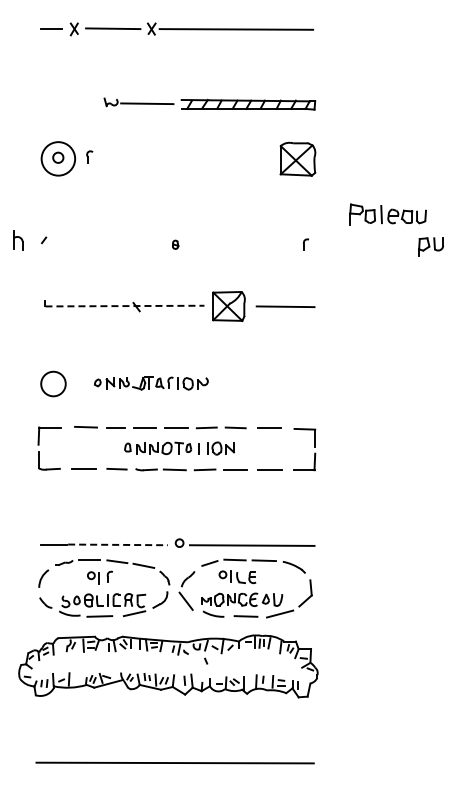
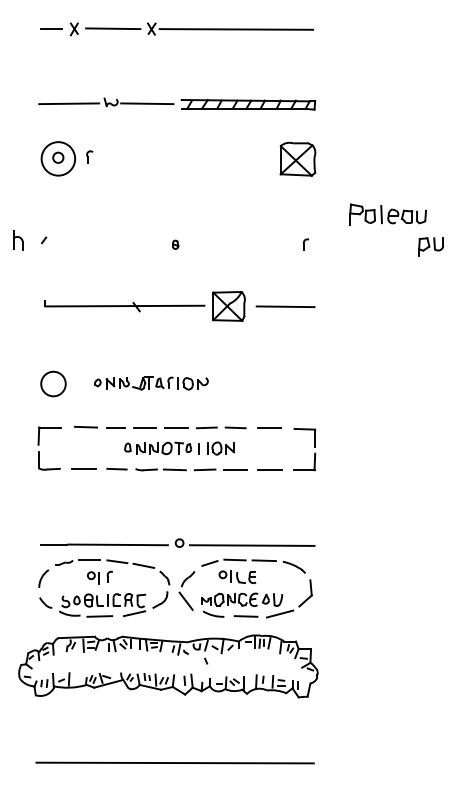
line at (69, 103): none -> present
line at (125, 306): dashed -> solid
line at (118, 544): dashed -> solid
